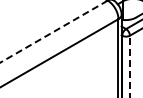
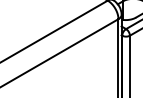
line at (54, 31): dashed -> solid
line at (129, 66): dashed -> solid
